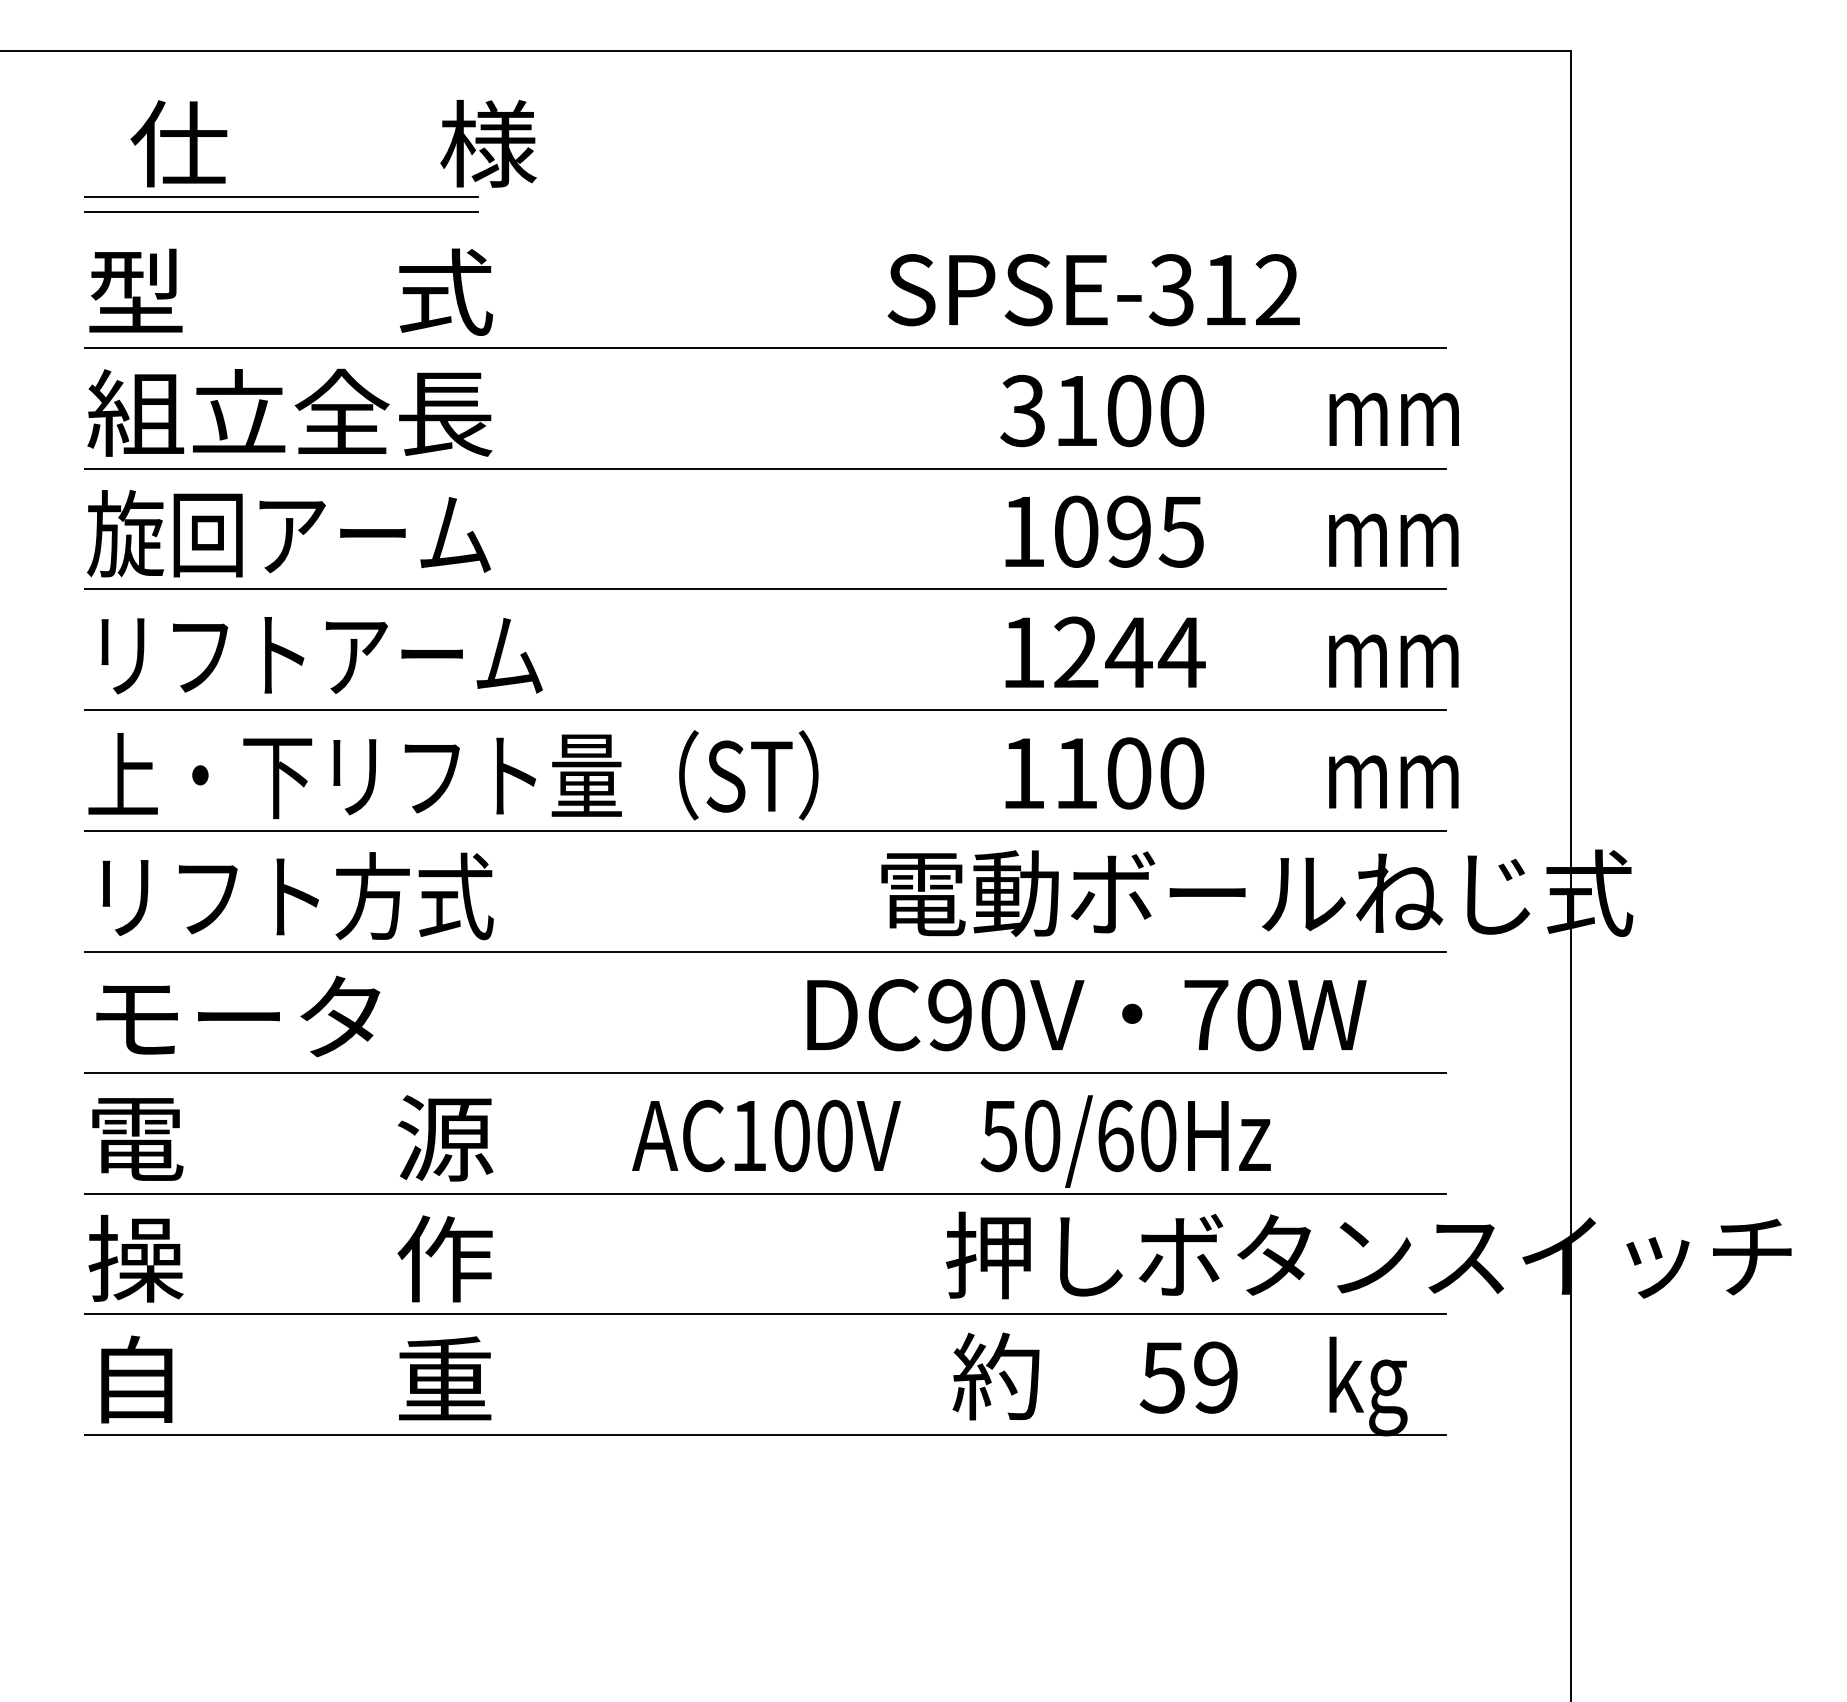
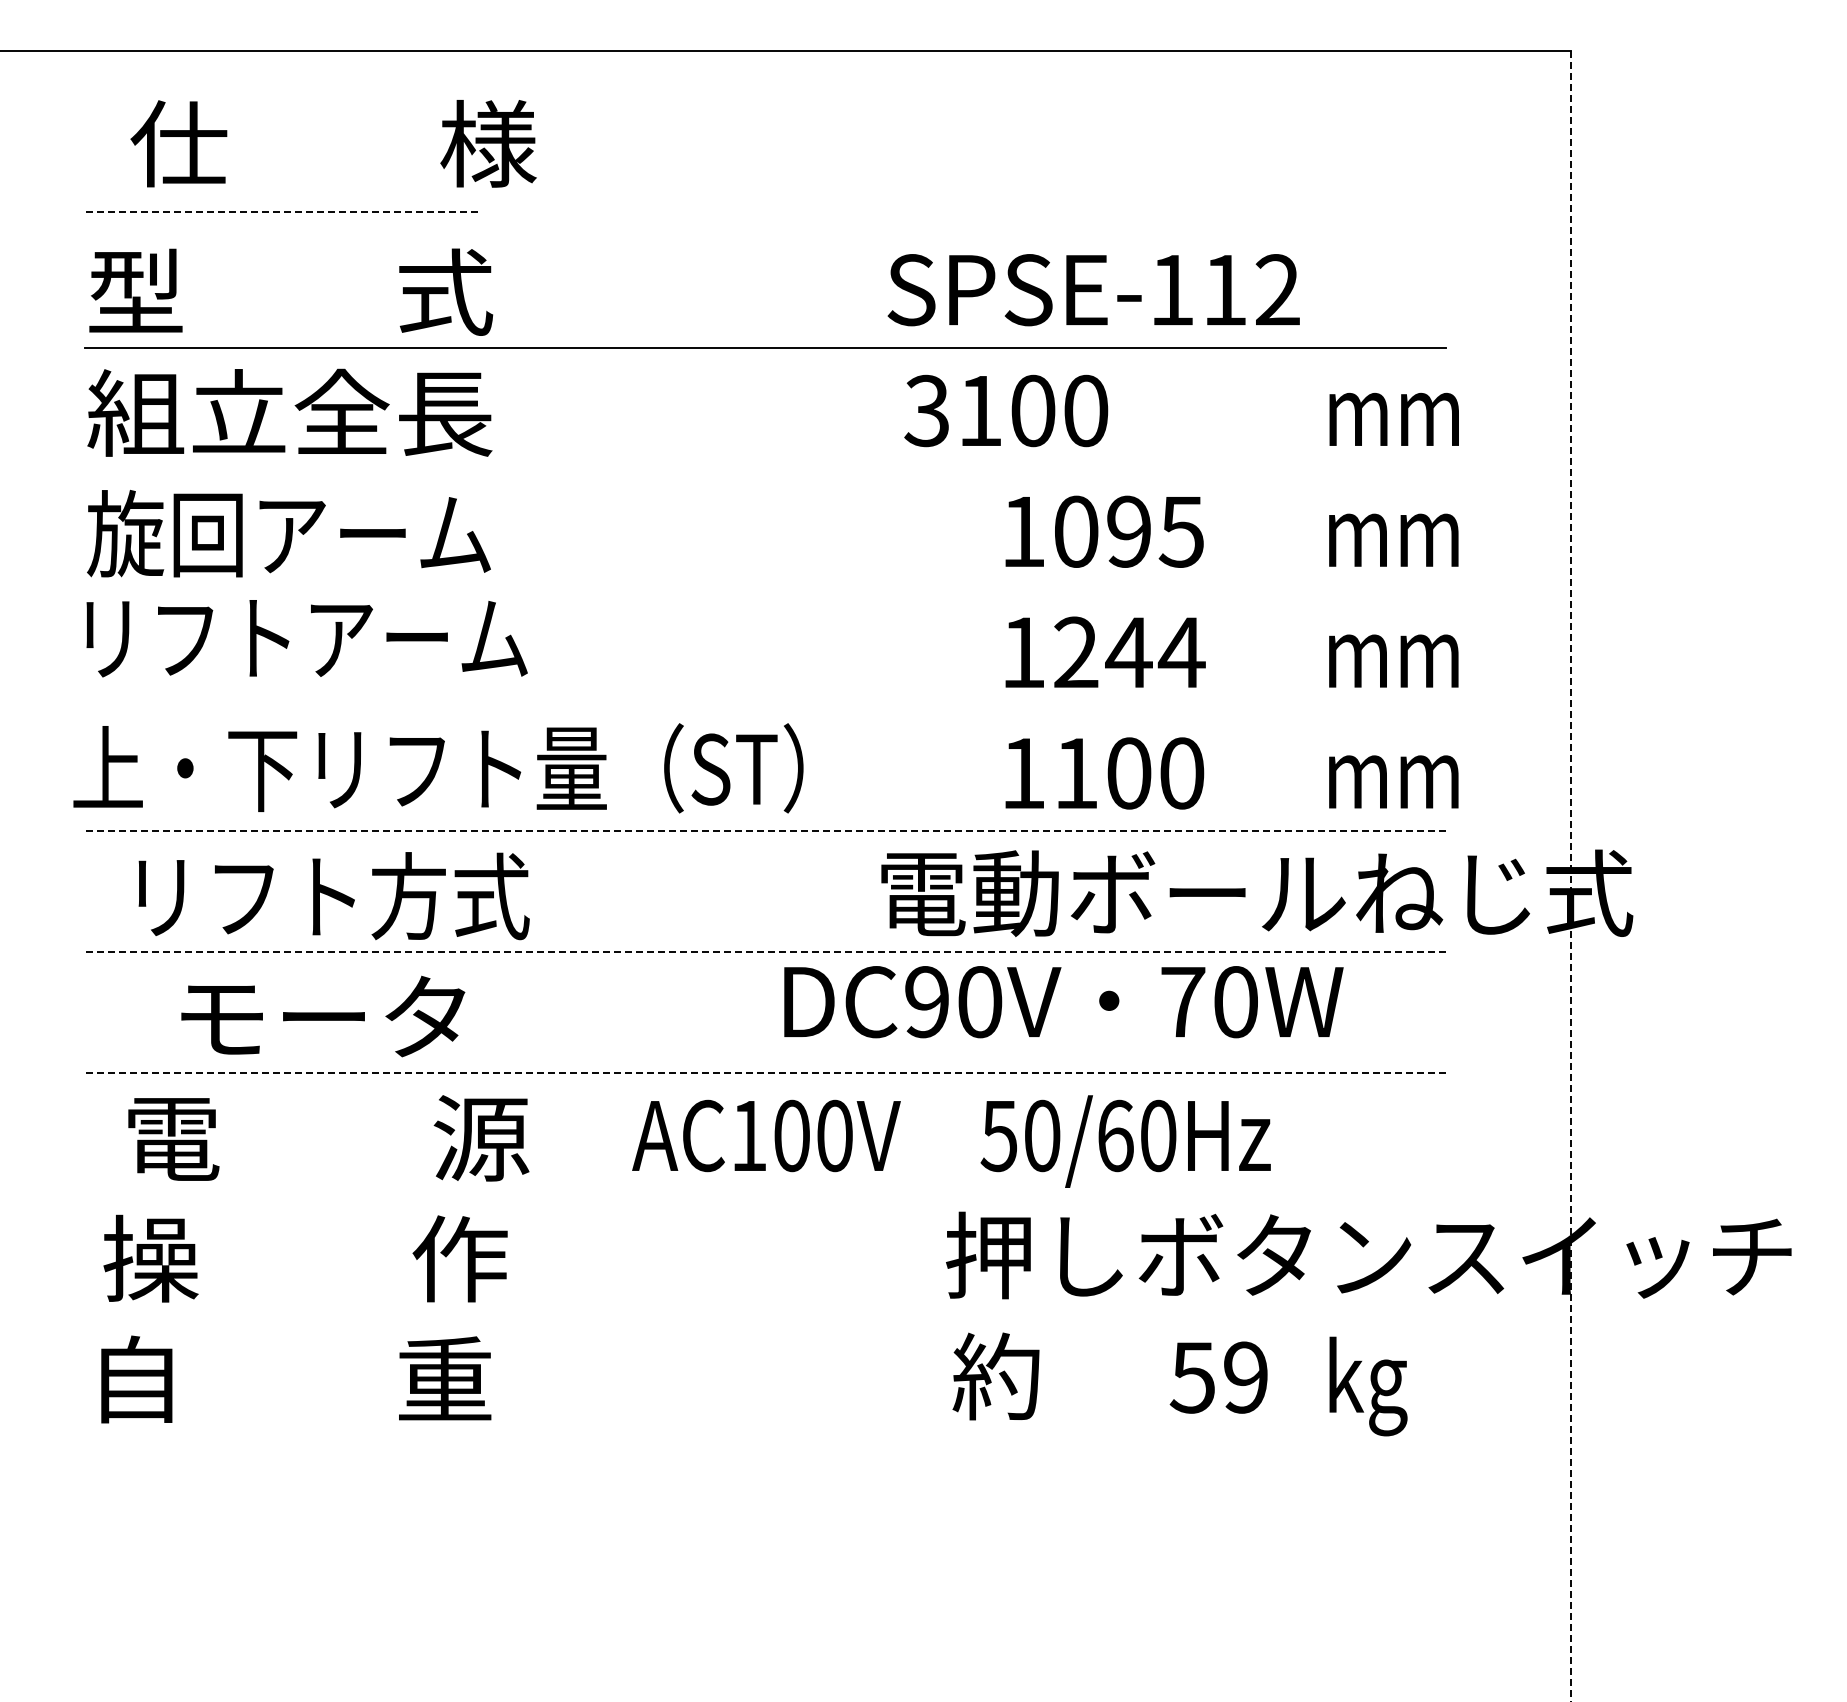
line at (280, 196): present -> none
line at (281, 211): solid -> dashed
text at (1171, 290): SPSE-312 -> SPSE-112
text at (1102, 410) position: (1102, 410) -> (1006, 410)
line at (764, 468): present -> none
line at (764, 589): present -> none
text at (321, 655) position: (321, 655) -> (306, 638)
line at (764, 710): present -> none
text at (453, 775) position: (453, 775) -> (438, 768)
line at (765, 831): solid -> dashed
line at (1571, 877): solid -> dashed
text at (297, 896) position: (297, 896) -> (333, 896)
line at (765, 951): solid -> dashed
text at (1086, 1015) position: (1086, 1015) -> (1063, 1002)
text at (238, 1016) position: (238, 1016) -> (323, 1016)
line at (765, 1072): solid -> dashed
text at (292, 1138) position: (292, 1138) -> (328, 1138)
line at (764, 1193): present -> none
text at (290, 1258) position: (290, 1258) -> (305, 1258)
line at (764, 1314): present -> none
text at (1188, 1377) position: (1188, 1377) -> (1218, 1377)
line at (764, 1435): present -> none
